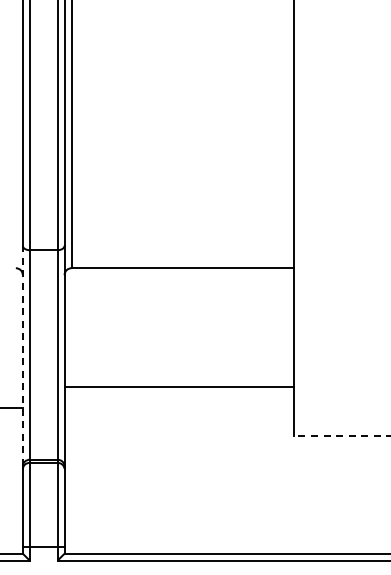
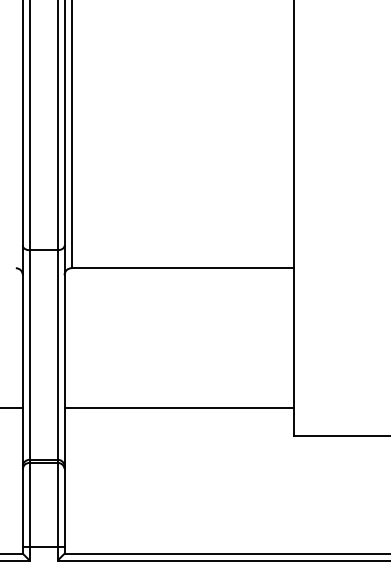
line at (22, 355): dashed -> solid
line at (179, 386) position: (179, 386) -> (179, 407)
line at (342, 435): dashed -> solid
